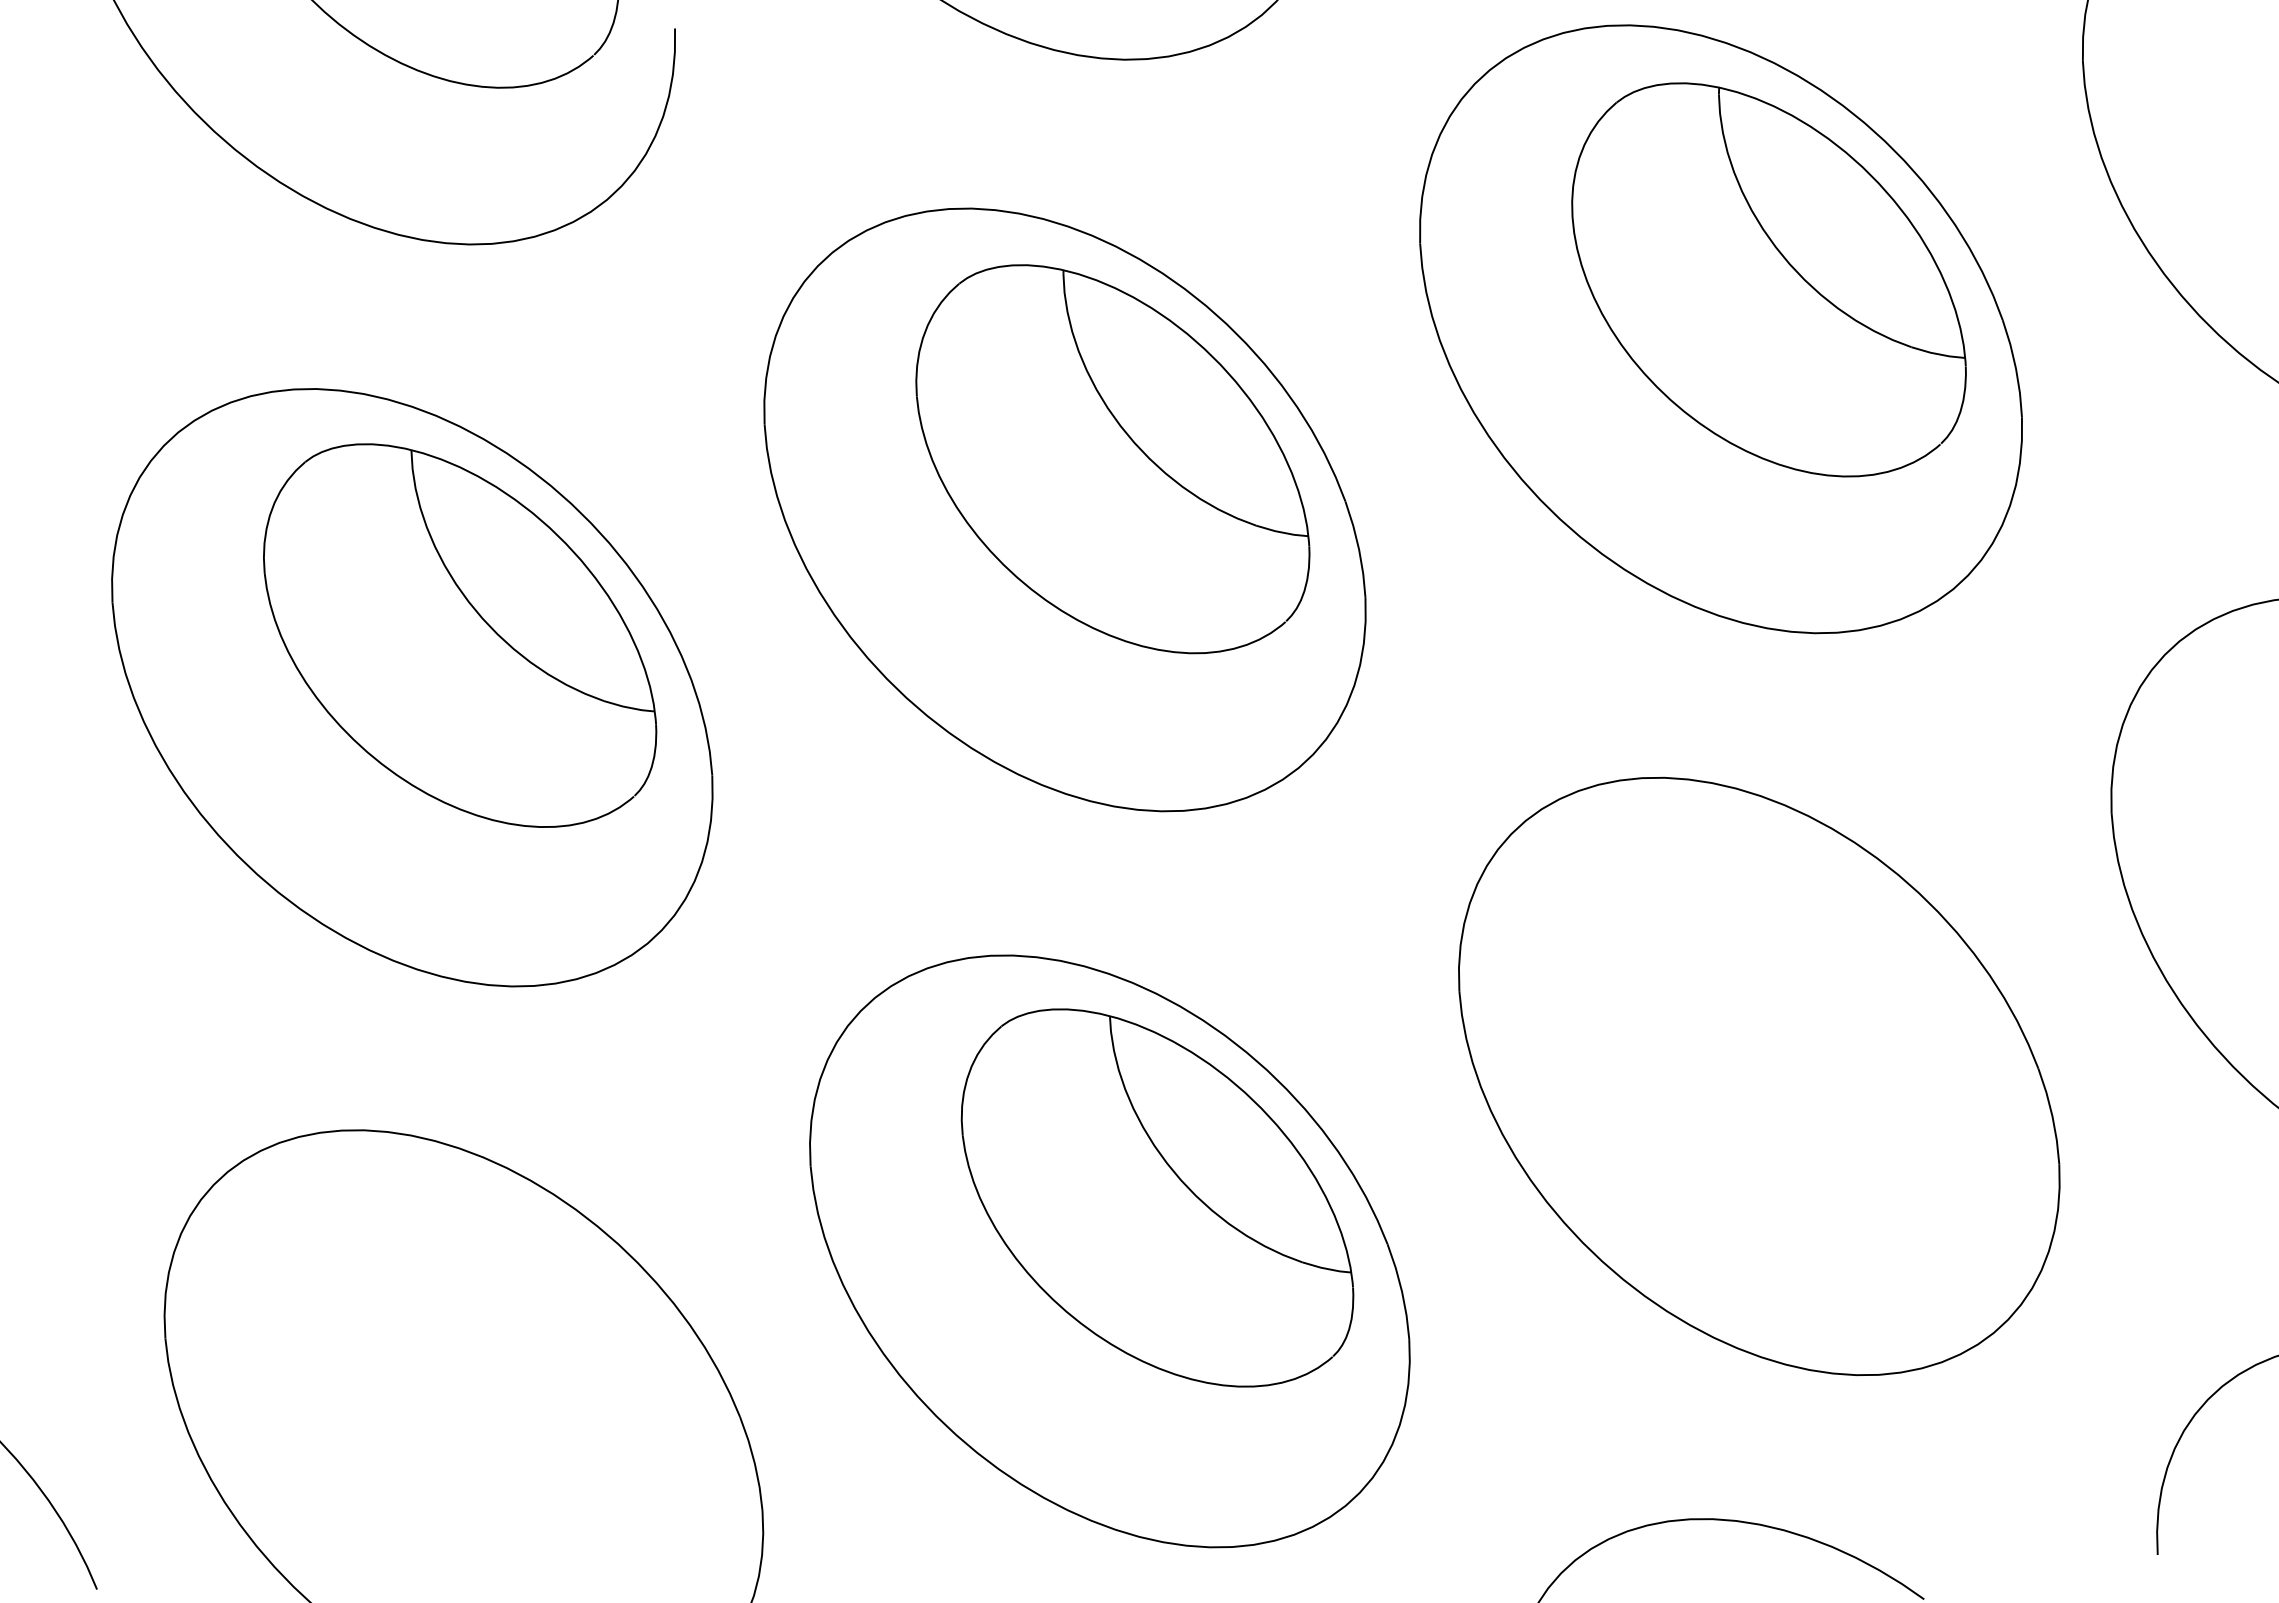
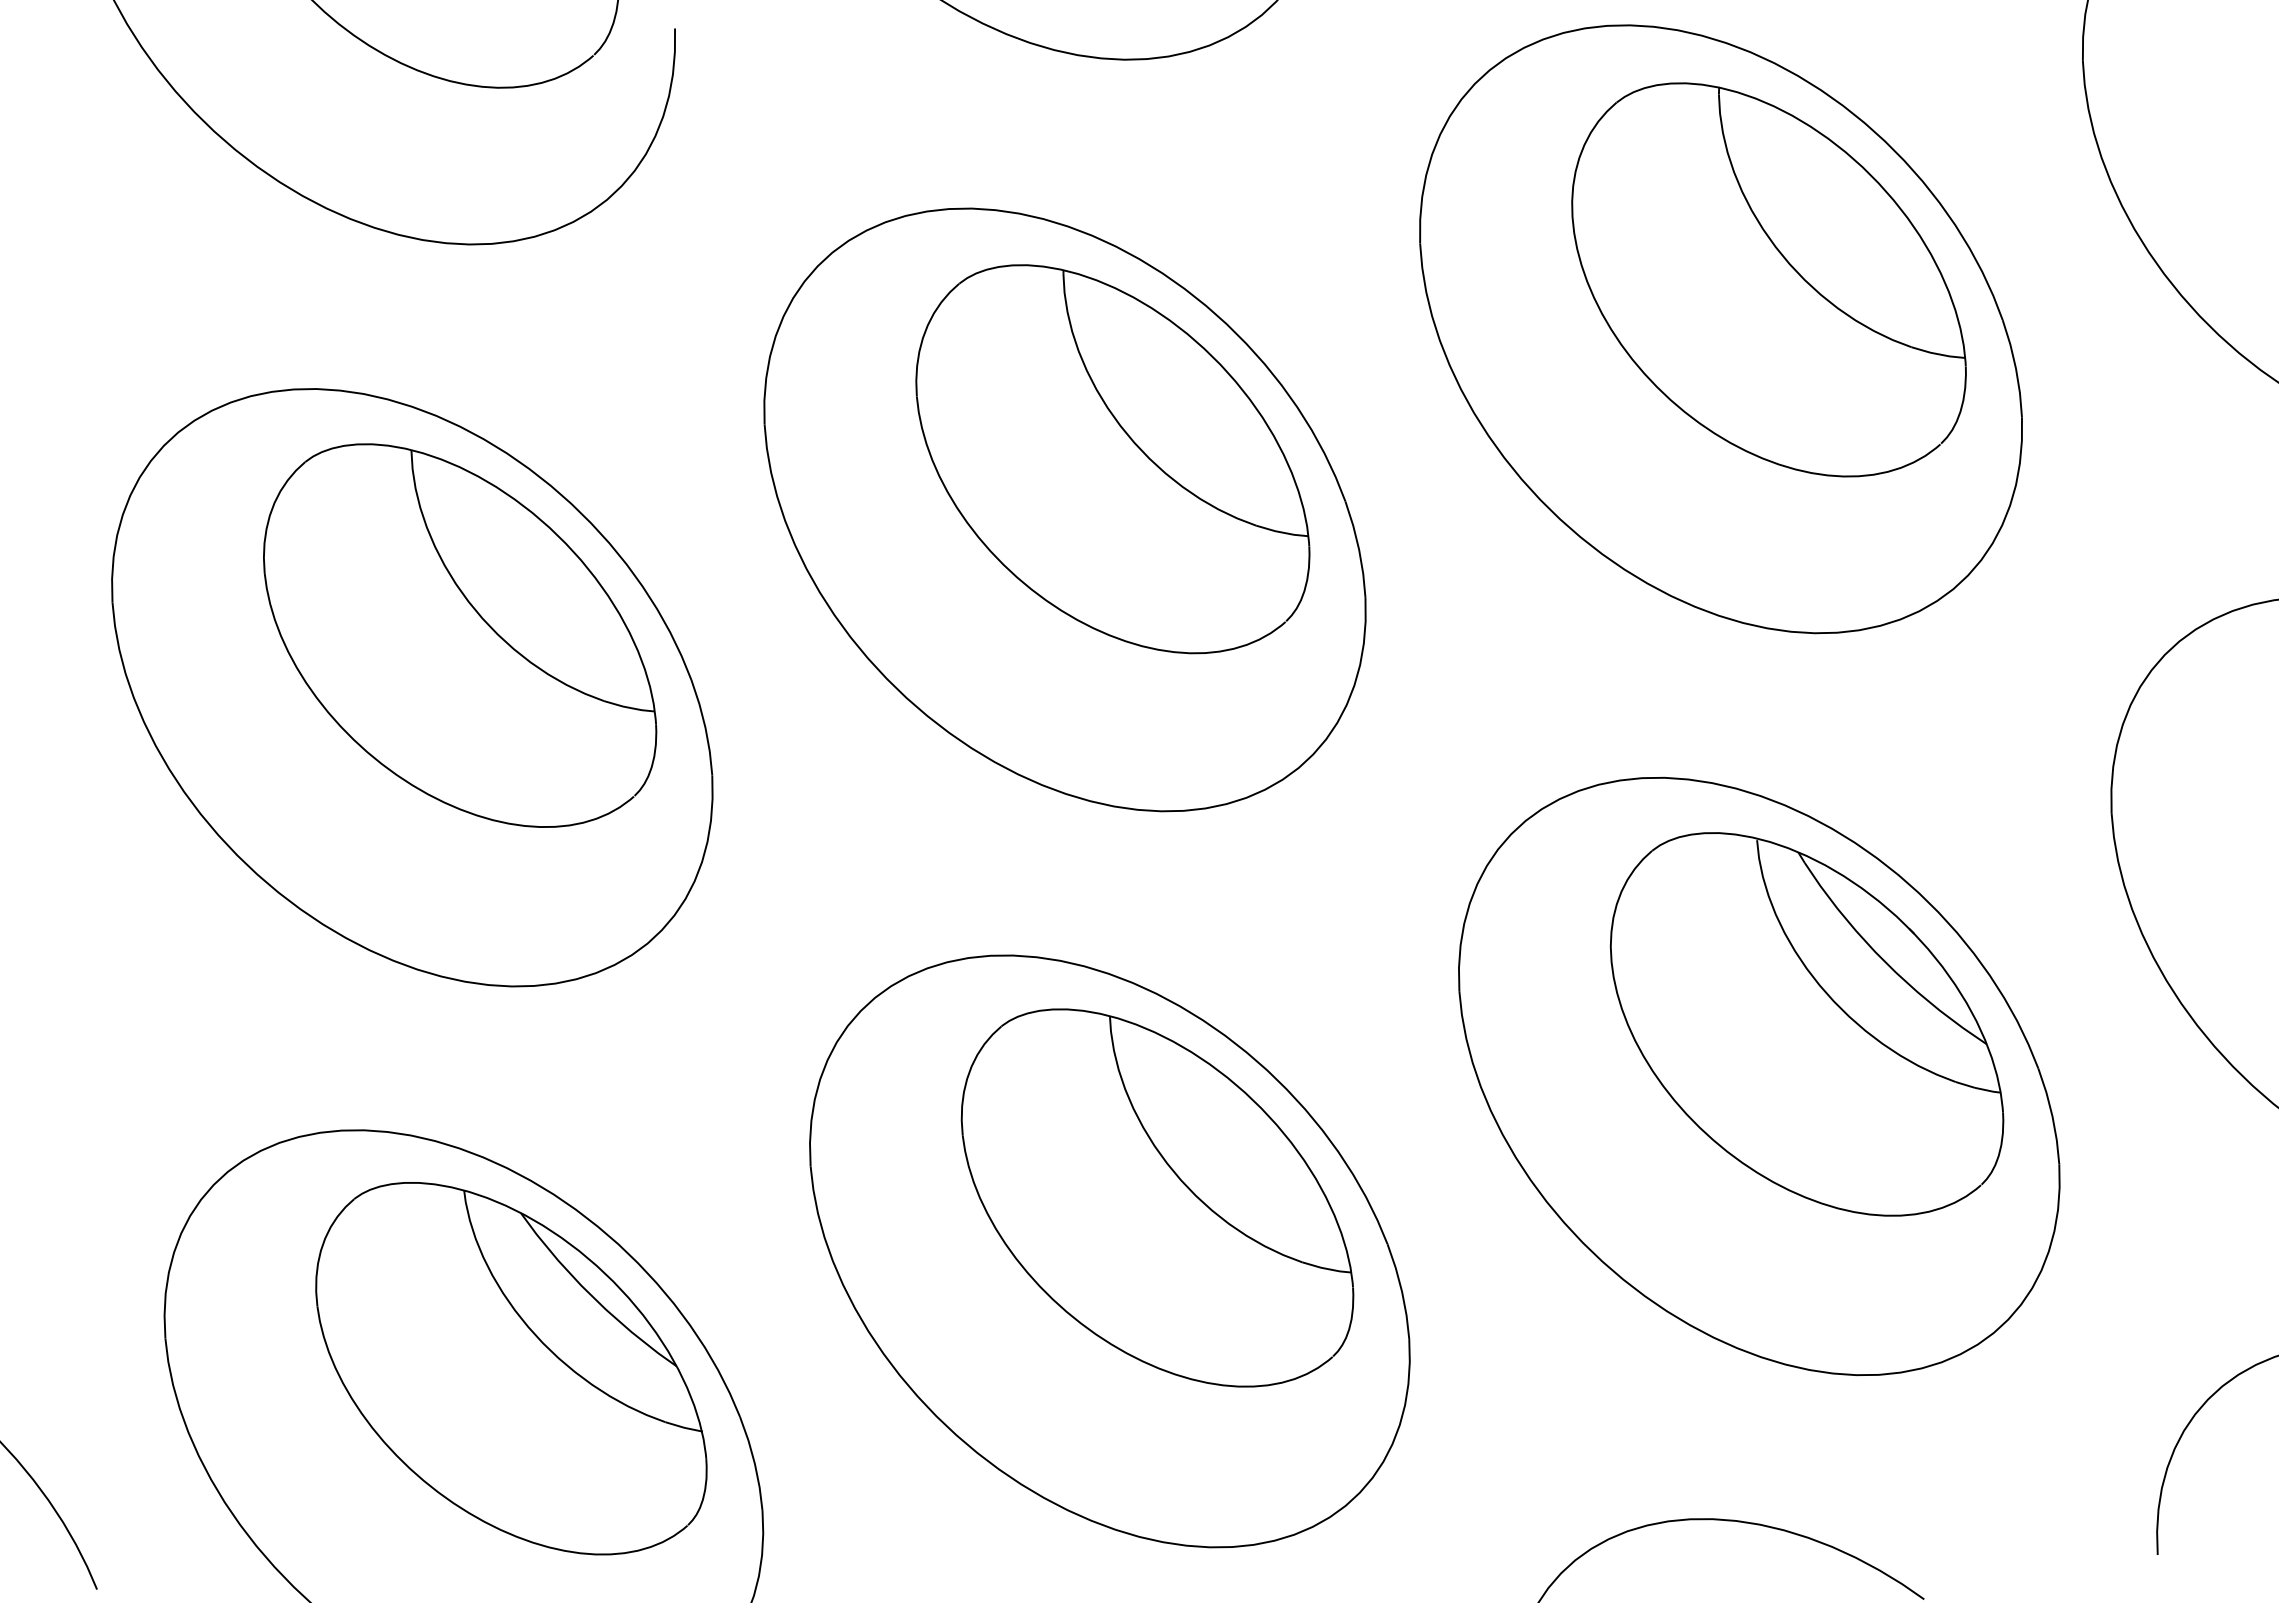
part at (1806, 1024): none -> present
part at (511, 1368): none -> present
